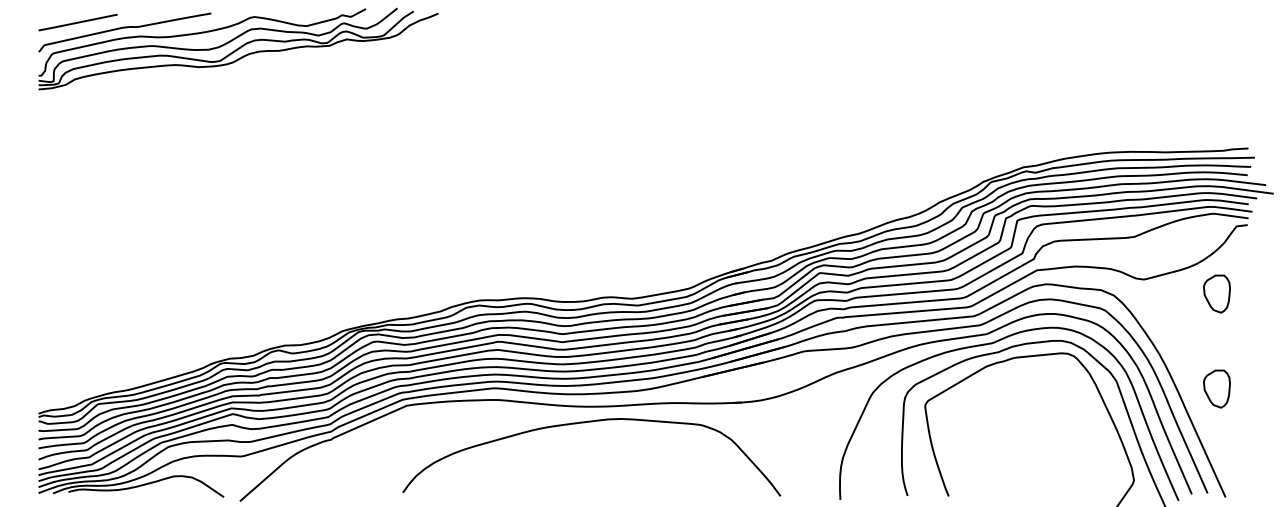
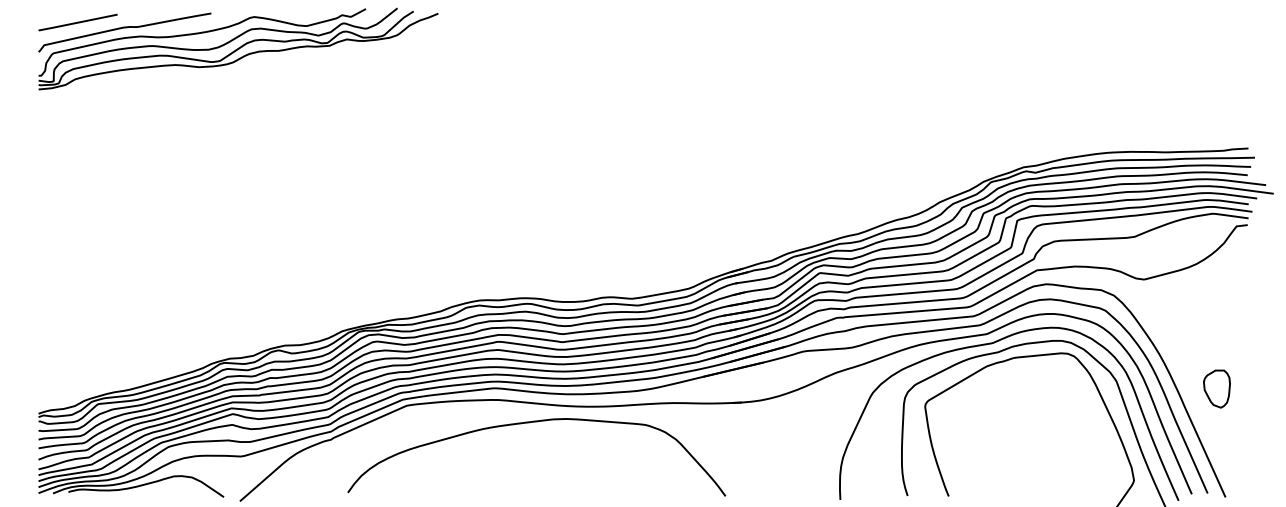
part at (1216, 293): present -> none
curve at (584, 423) position: (584, 423) -> (529, 423)
